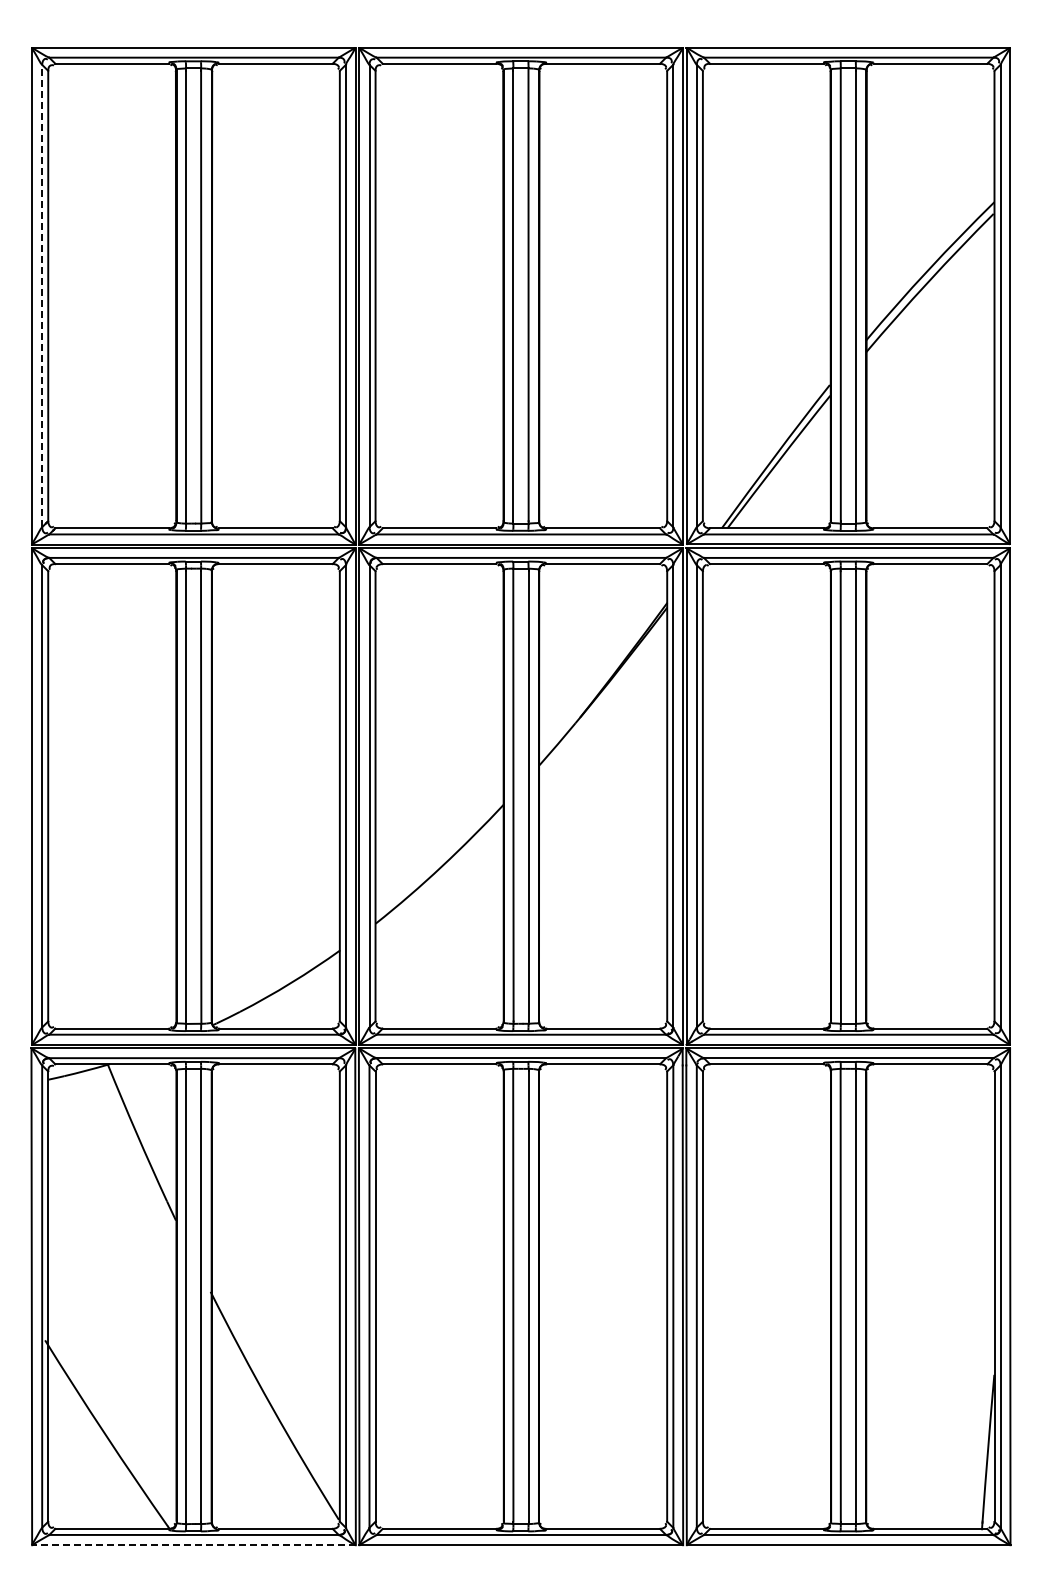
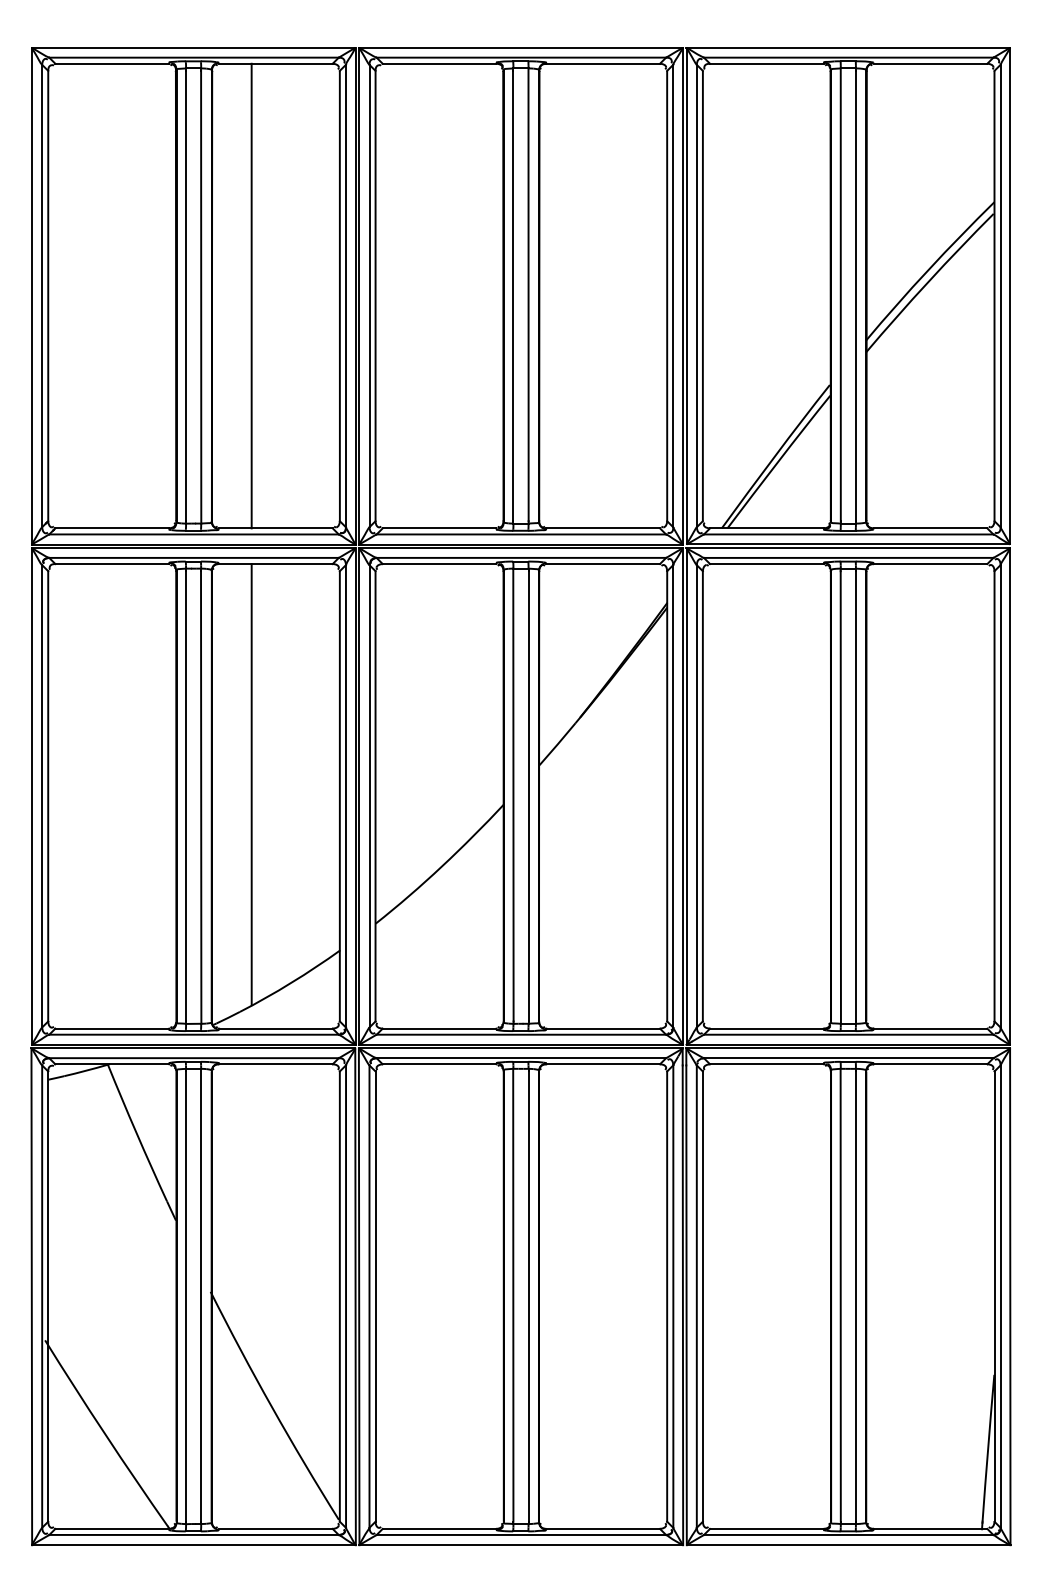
line at (42, 295): dashed -> solid
line at (251, 295): none -> present
line at (251, 784): none -> present
line at (194, 1545): dashed -> solid
